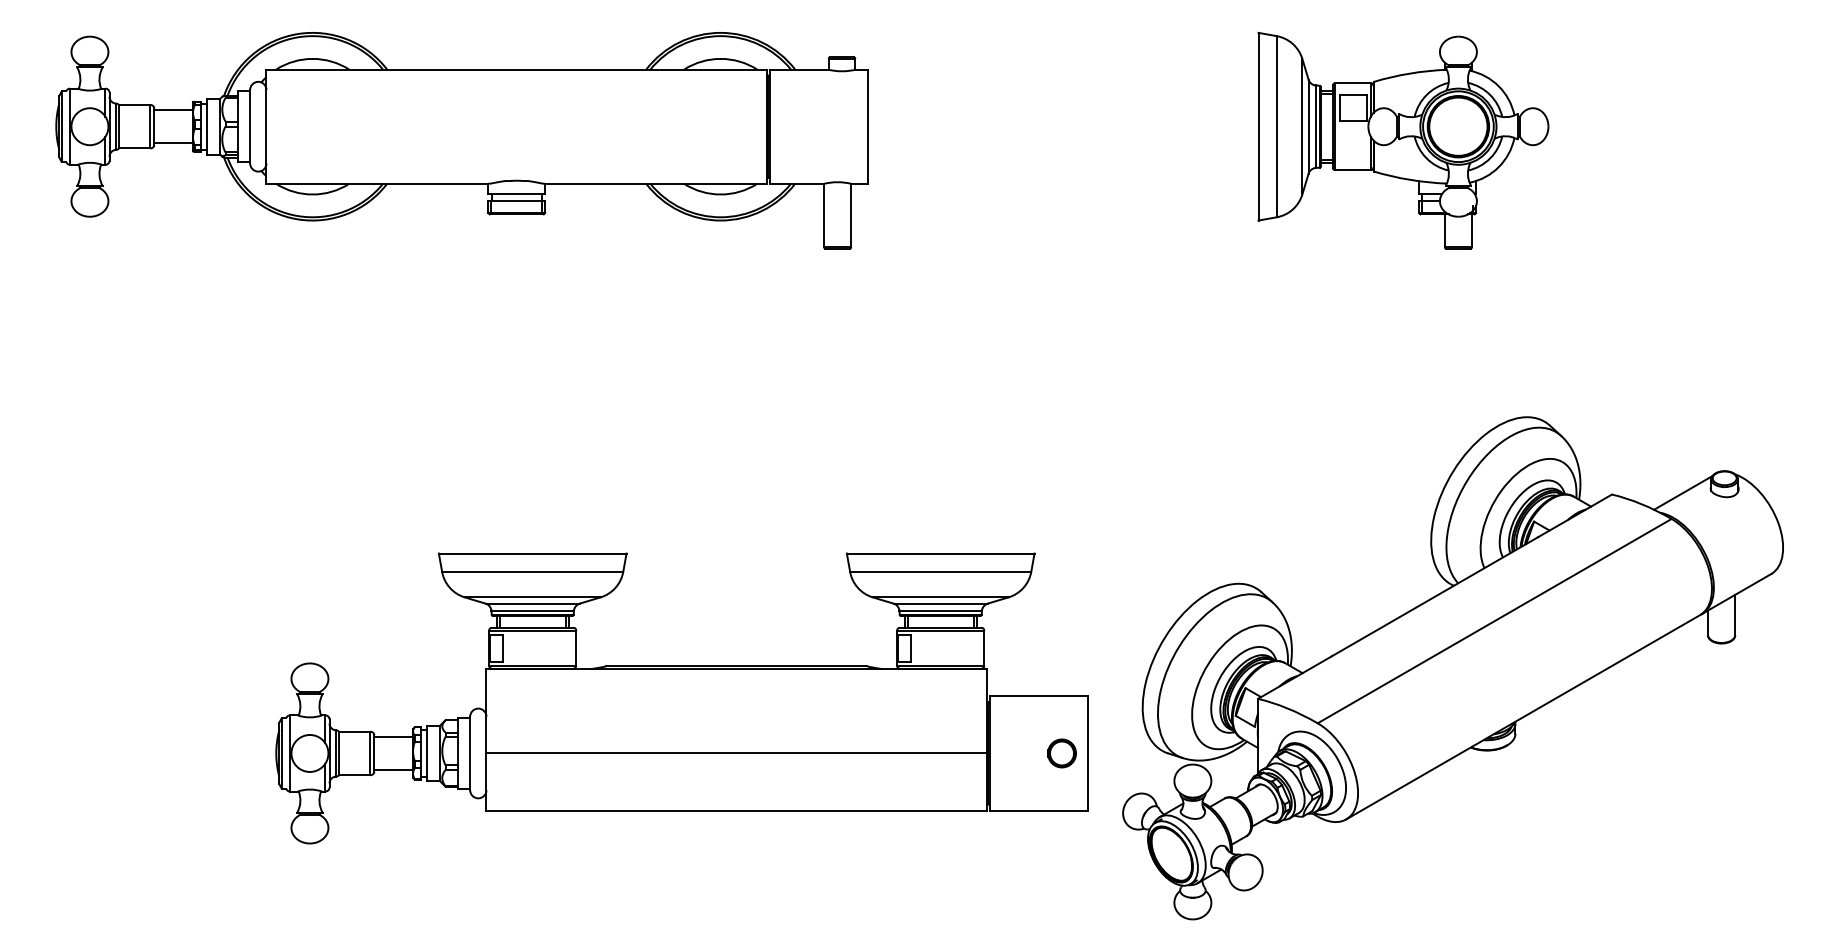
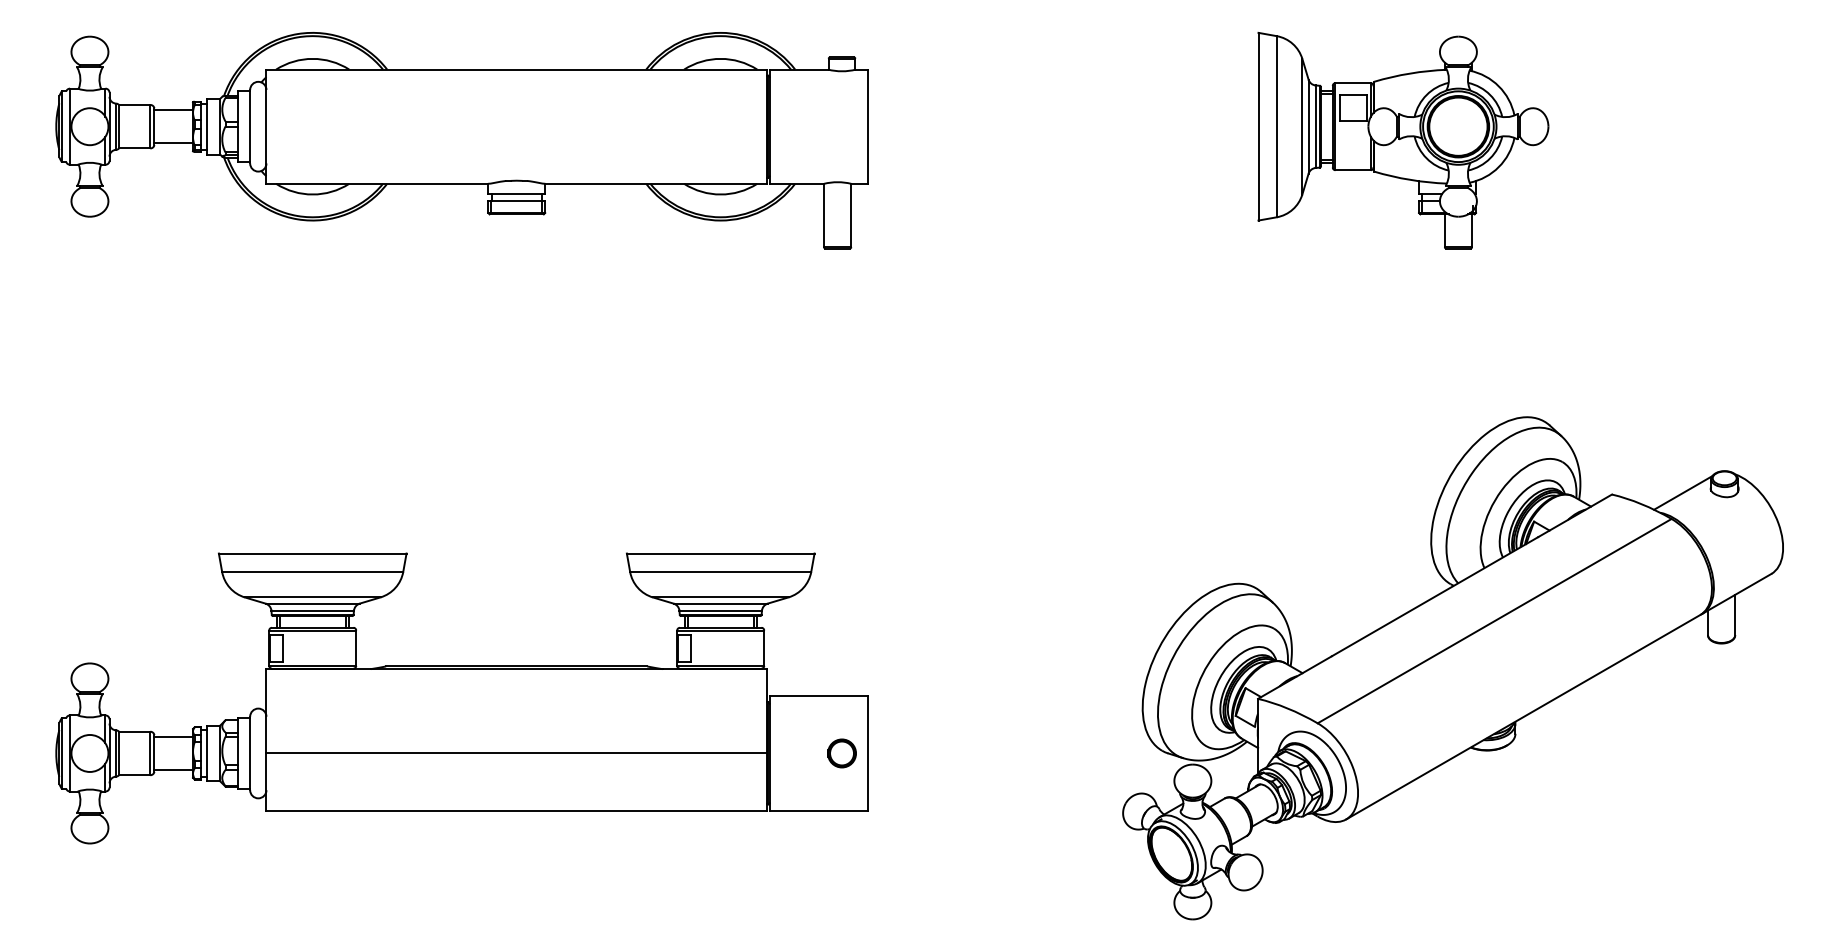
part at (681, 698) position: (681, 698) -> (461, 698)
